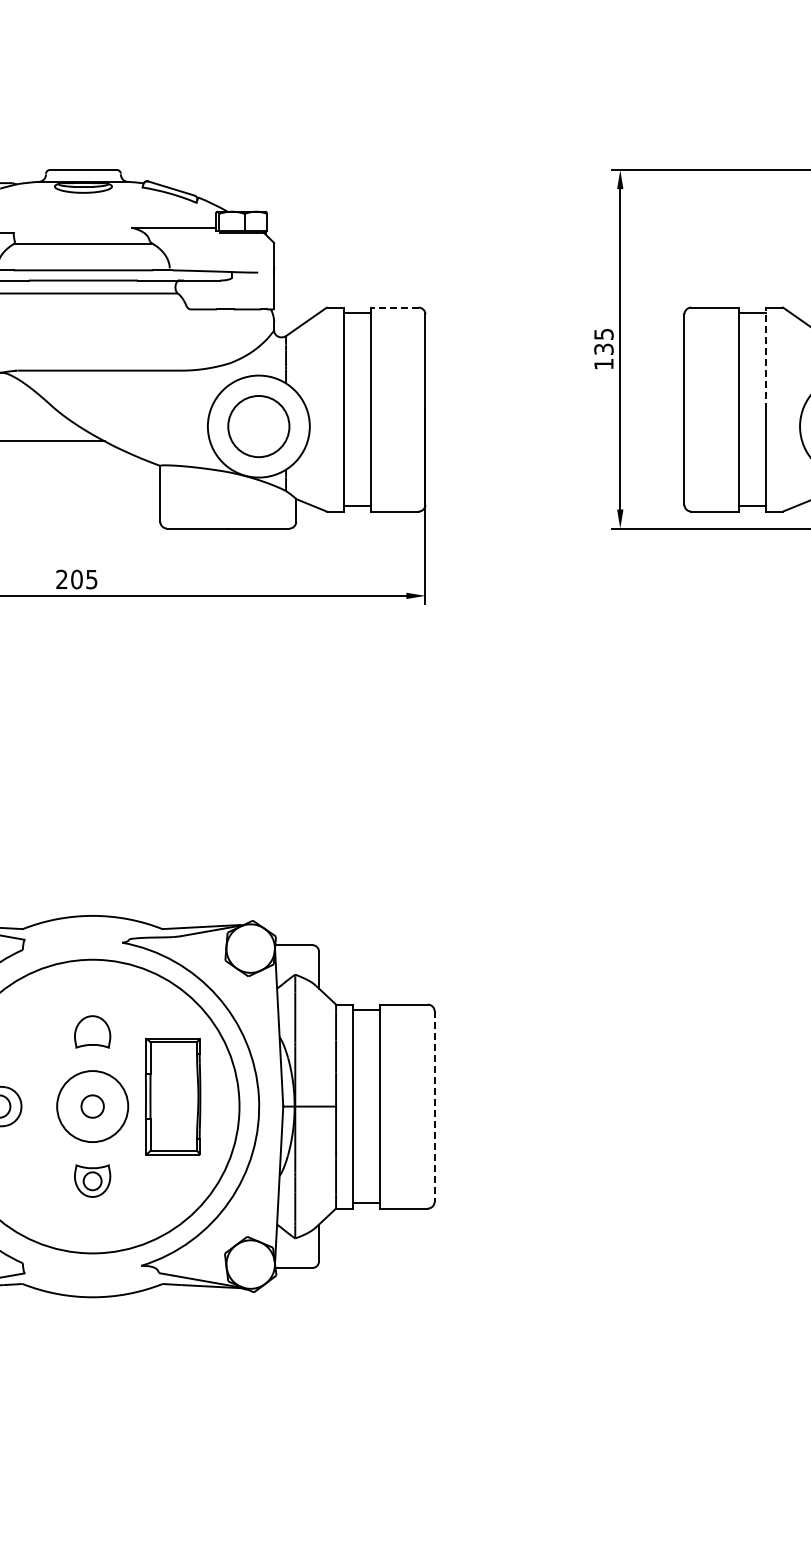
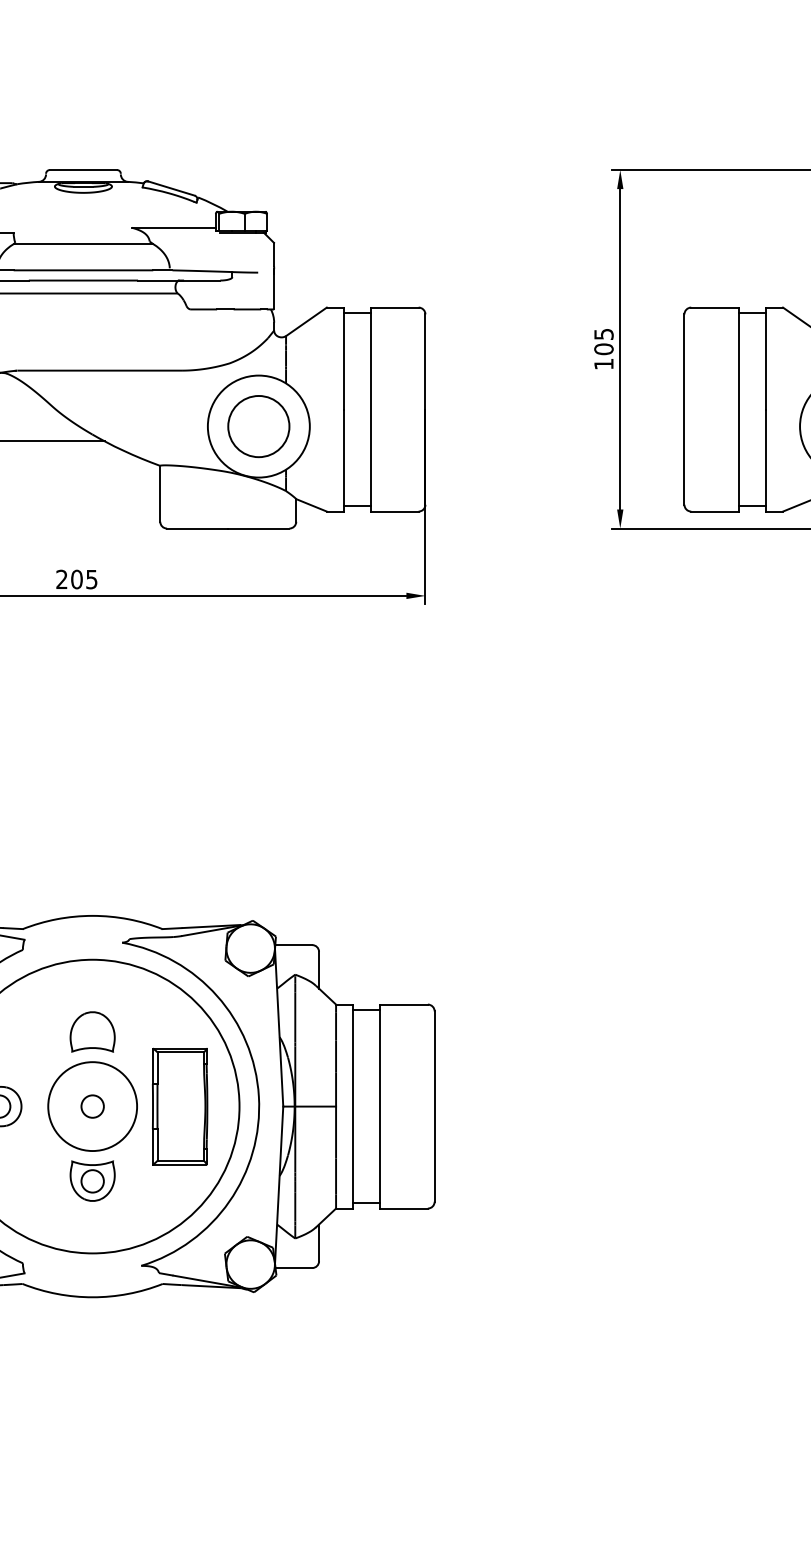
line at (394, 307): dashed -> solid
text at (603, 349): 135 -> 105
line at (766, 358): dashed -> solid
part at (92, 1031) size: 38x34 px -> 47x42 px
part at (173, 1096) position: (173, 1096) -> (180, 1106)
circle at (92, 1106) diameter: 71 px -> 89 px
line at (434, 1107): dashed -> solid
part at (92, 1180) size: 38x34 px -> 47x42 px
